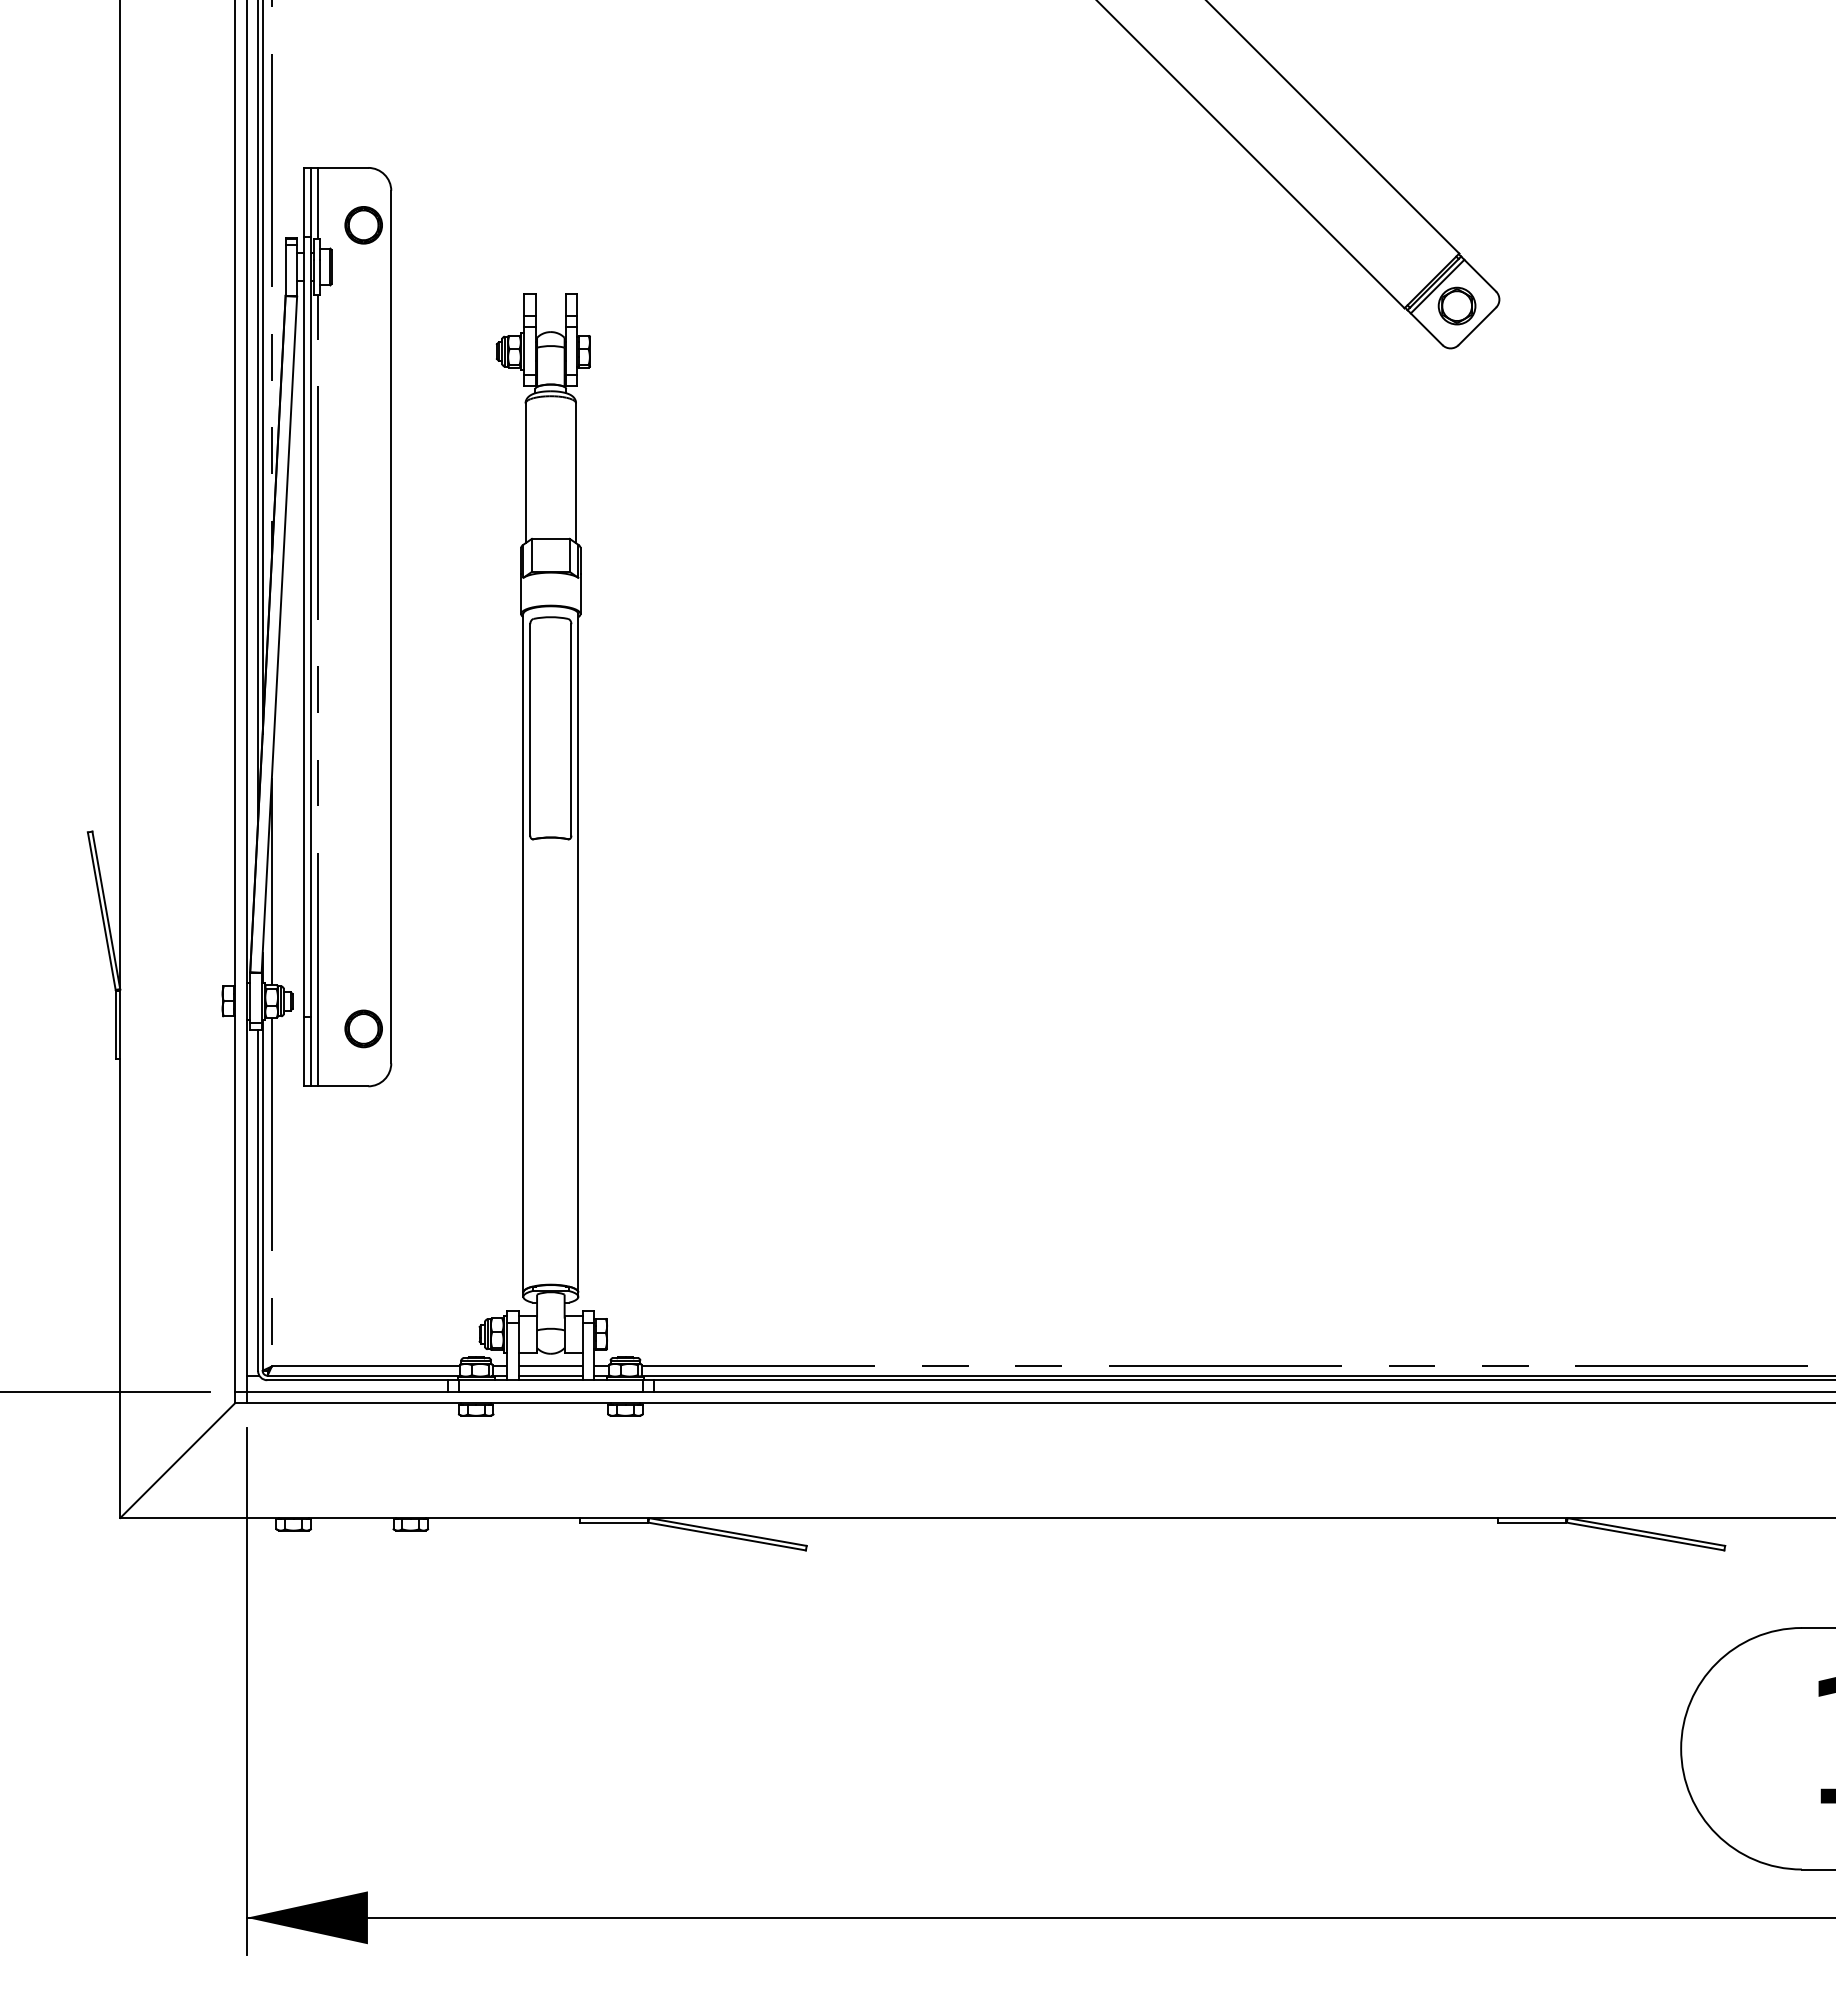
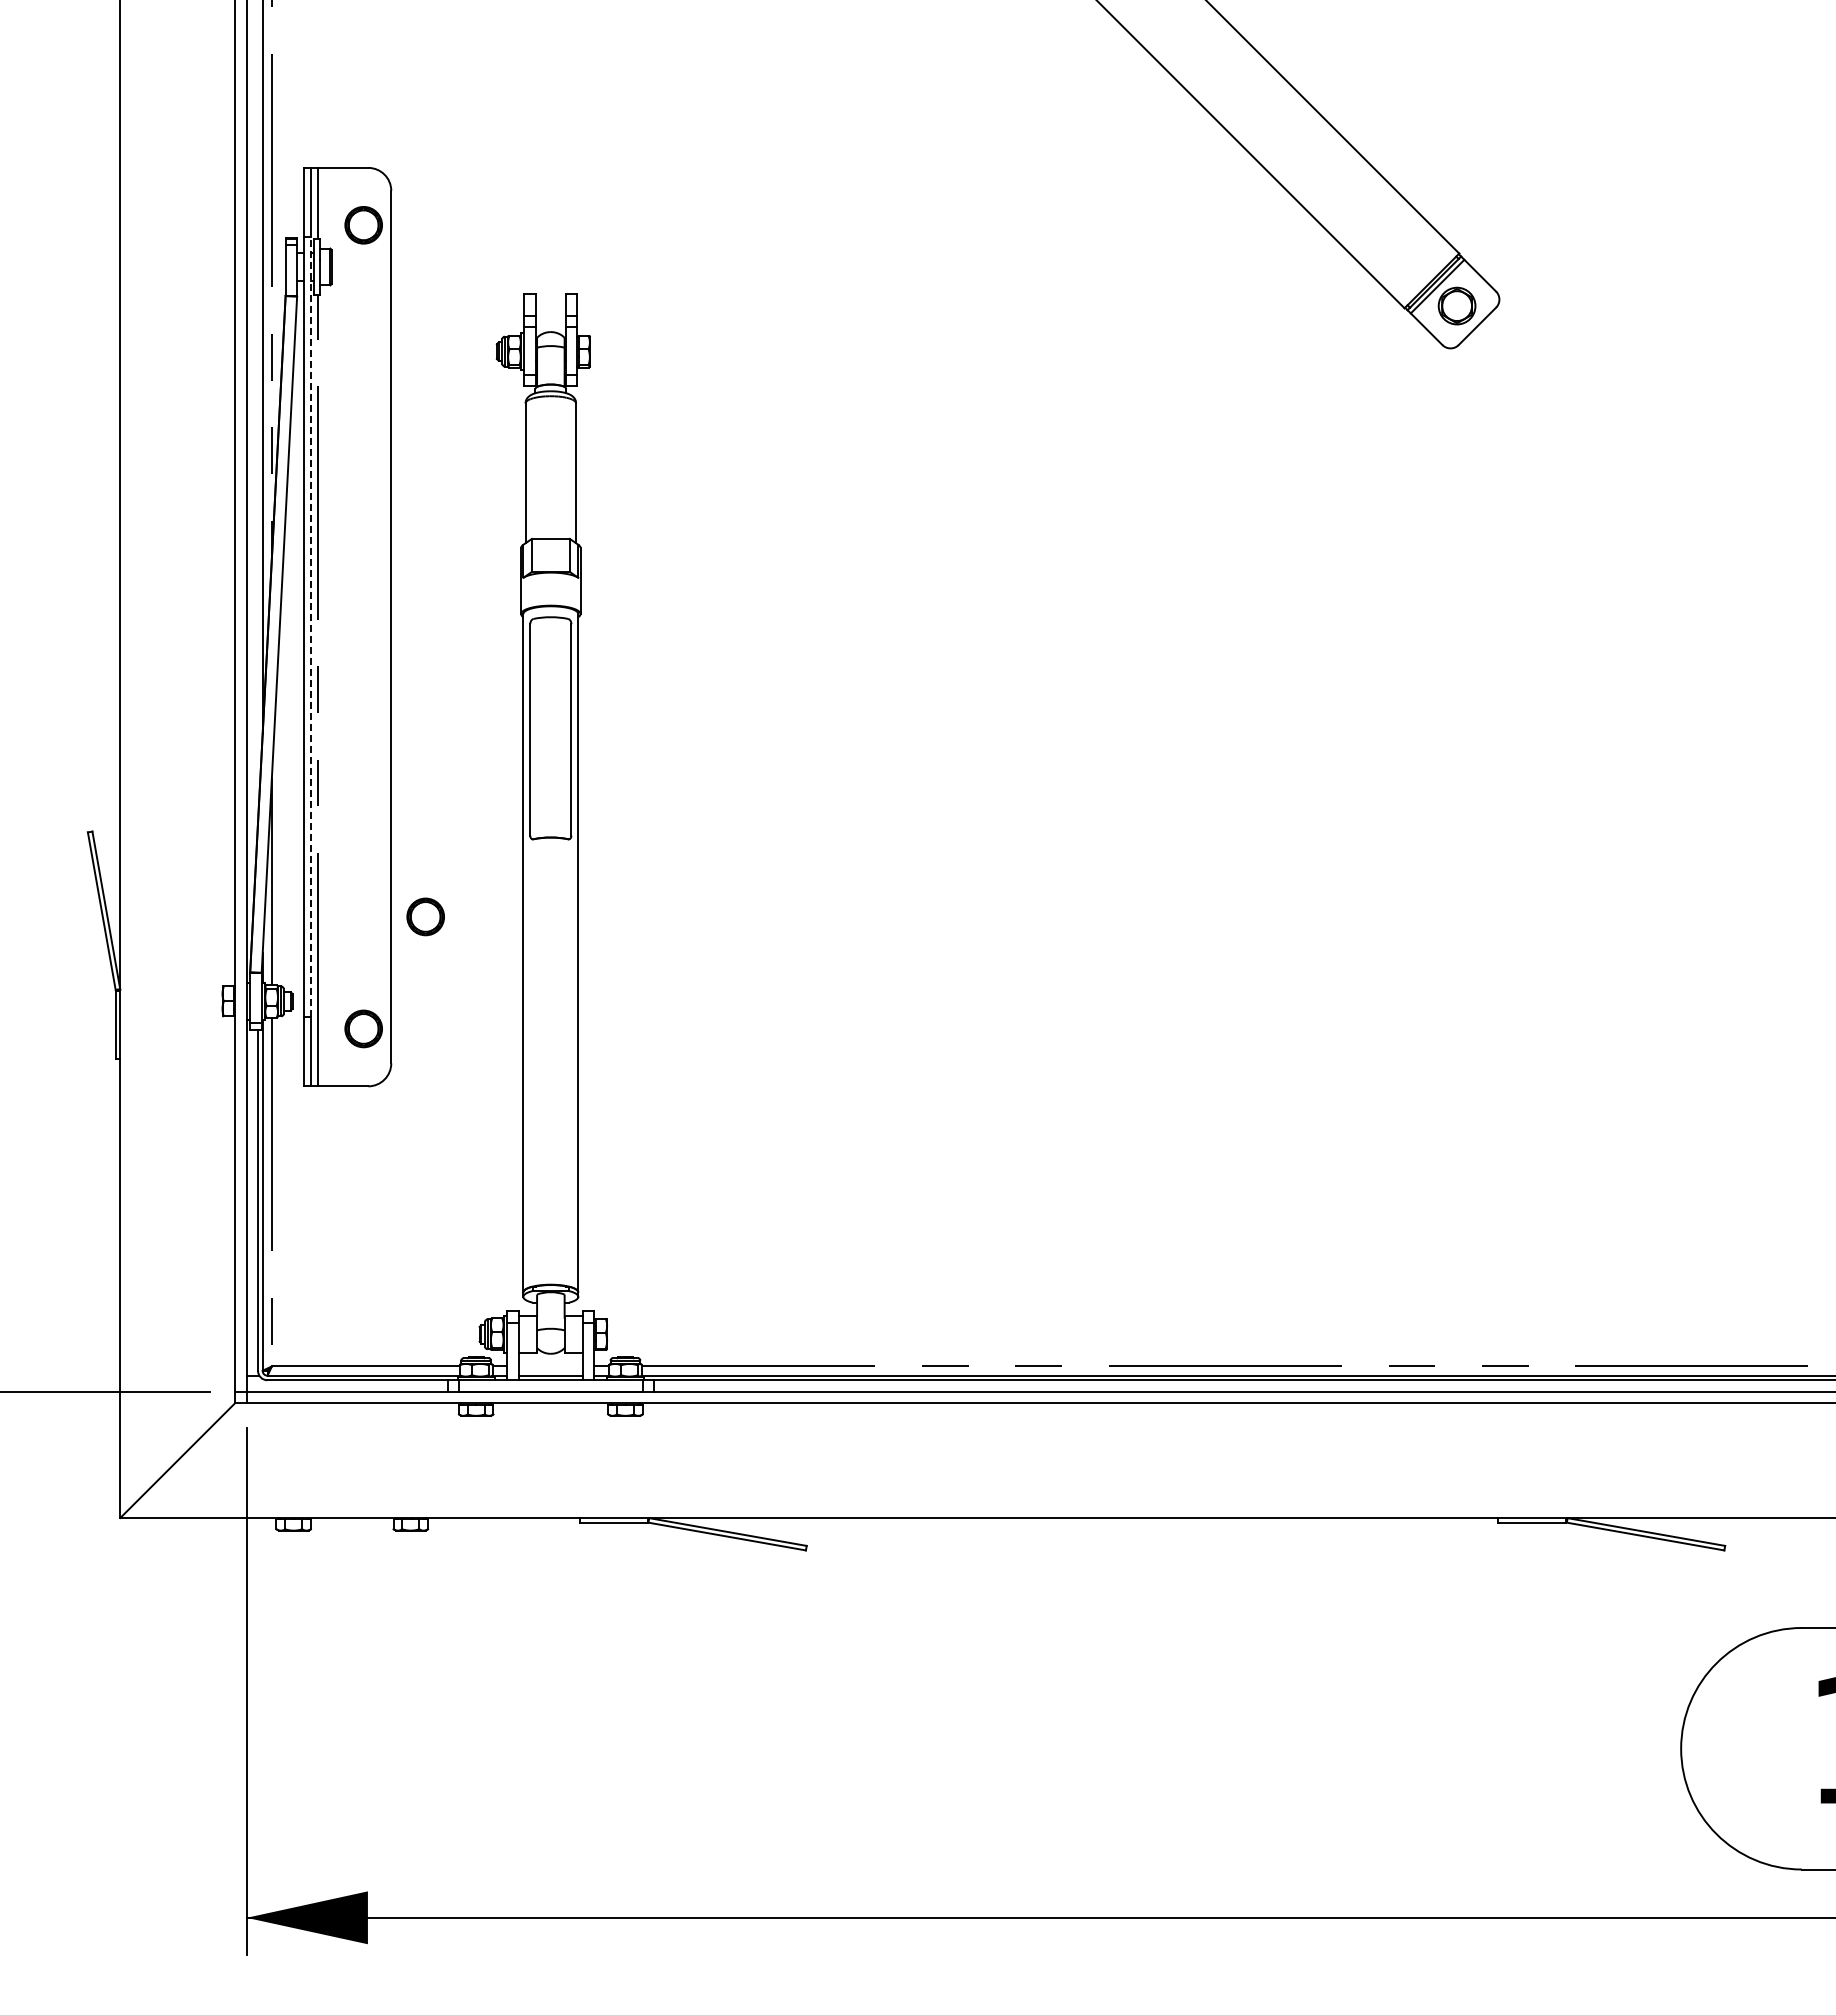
line at (258, 411): present -> none
line at (310, 626): solid -> dashed
part at (425, 916): none -> present
line at (550, 1366): present -> none
